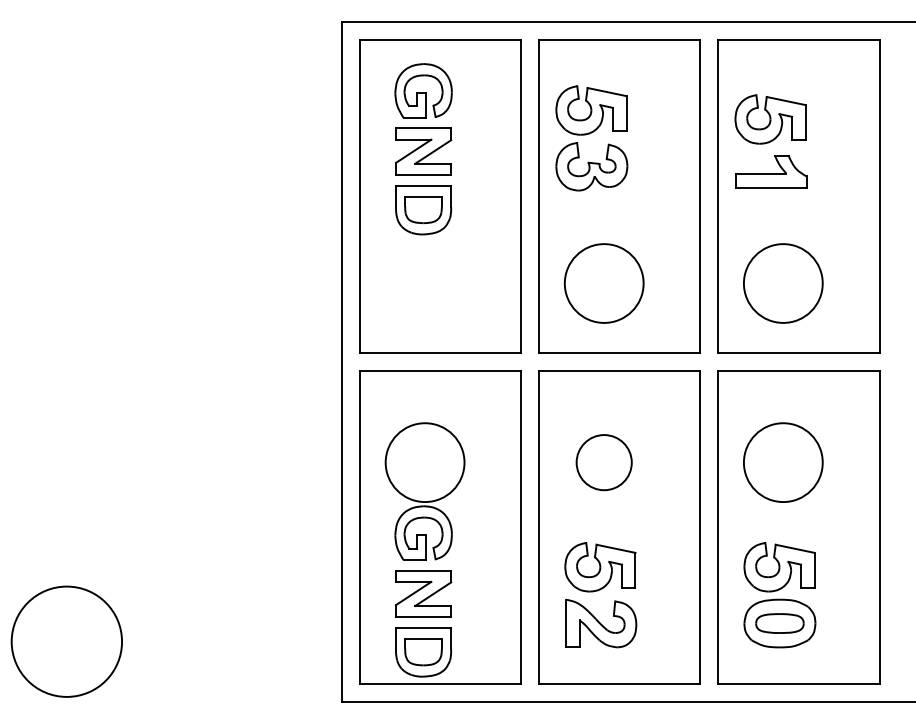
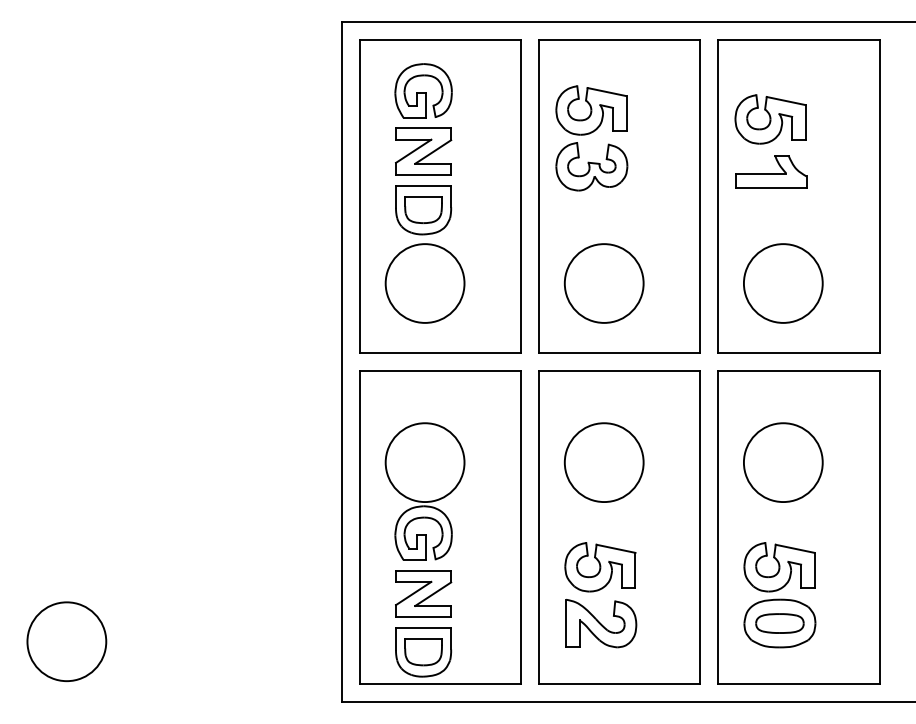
circle at (424, 283): none -> present
circle at (603, 462) diameter: 55 px -> 79 px
circle at (66, 641) diameter: 110 px -> 79 px
